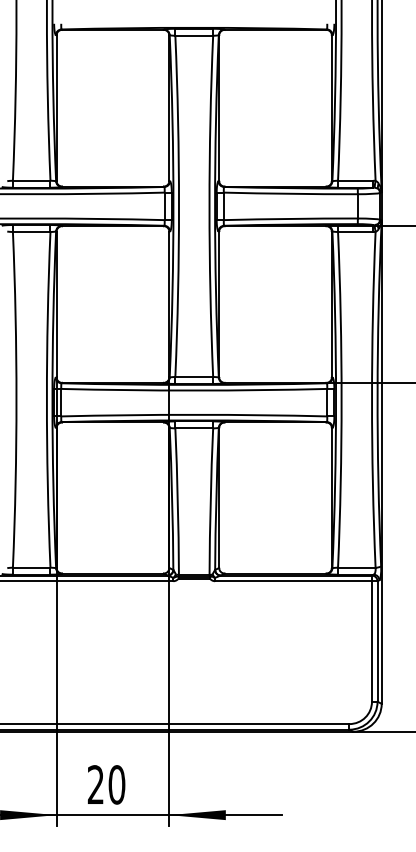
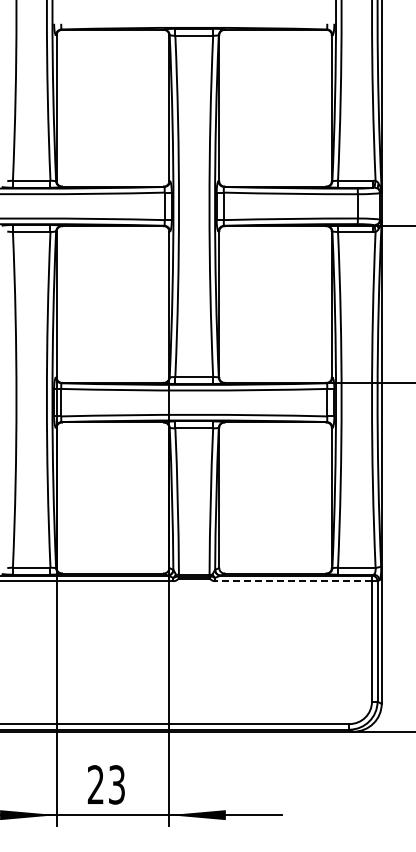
line at (293, 581): solid -> dashed
text at (116, 784): 20 -> 23
